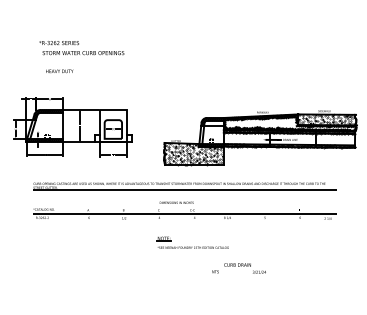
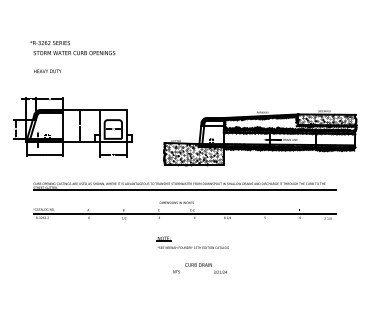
text at (81, 48) position: (81, 48) -> (72, 48)
text at (59, 71) position: (59, 71) -> (47, 71)
hatch at (288, 148): none -> present
text at (238, 268) position: (238, 268) -> (199, 268)
